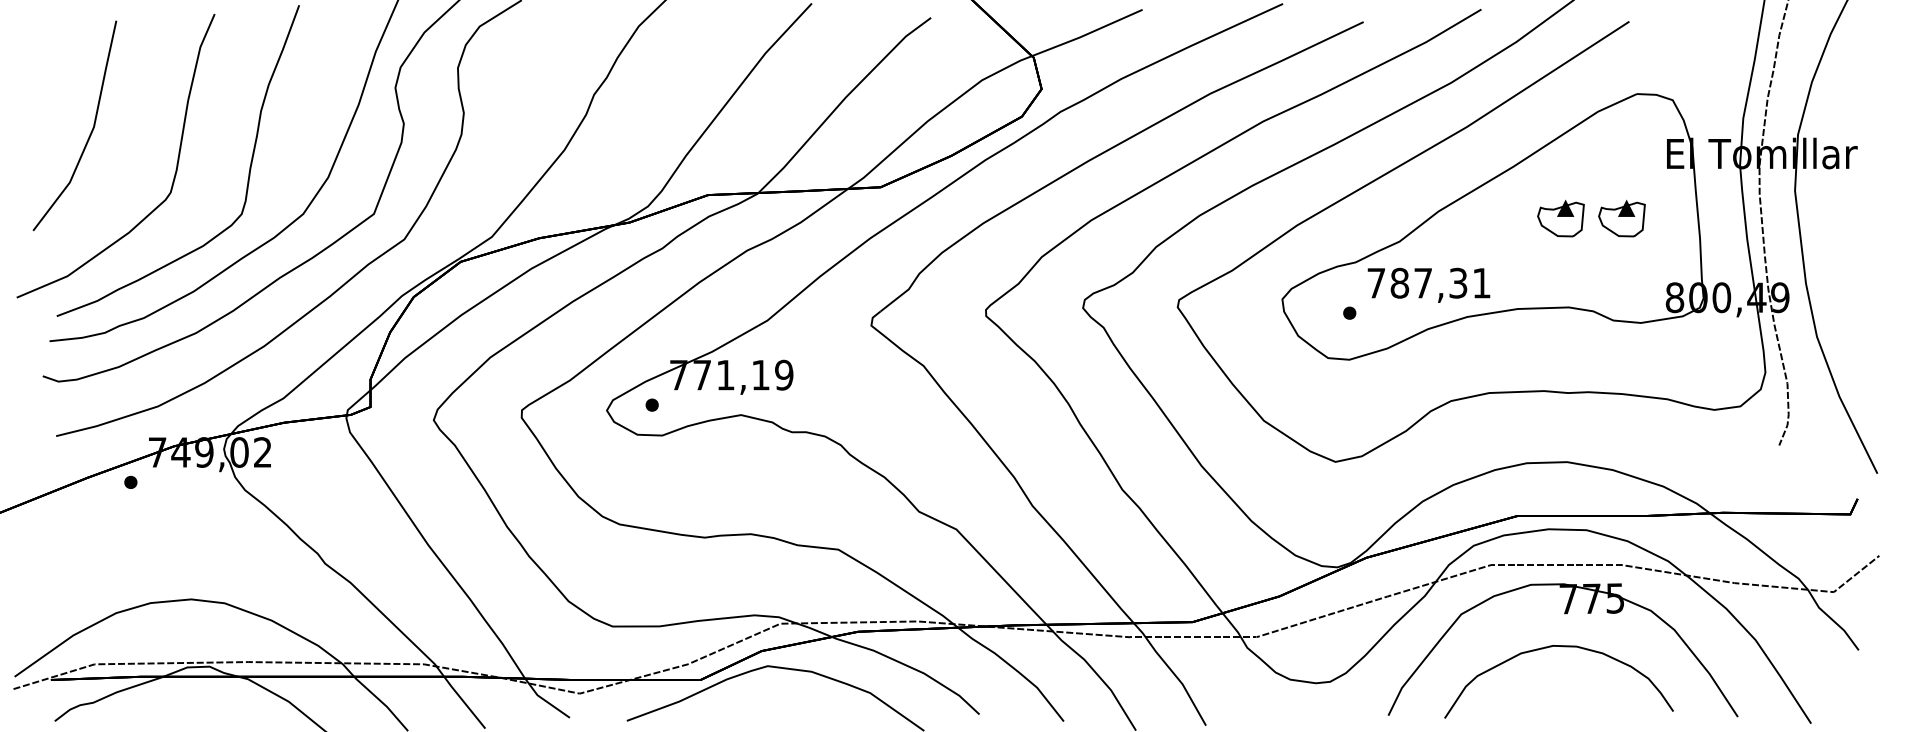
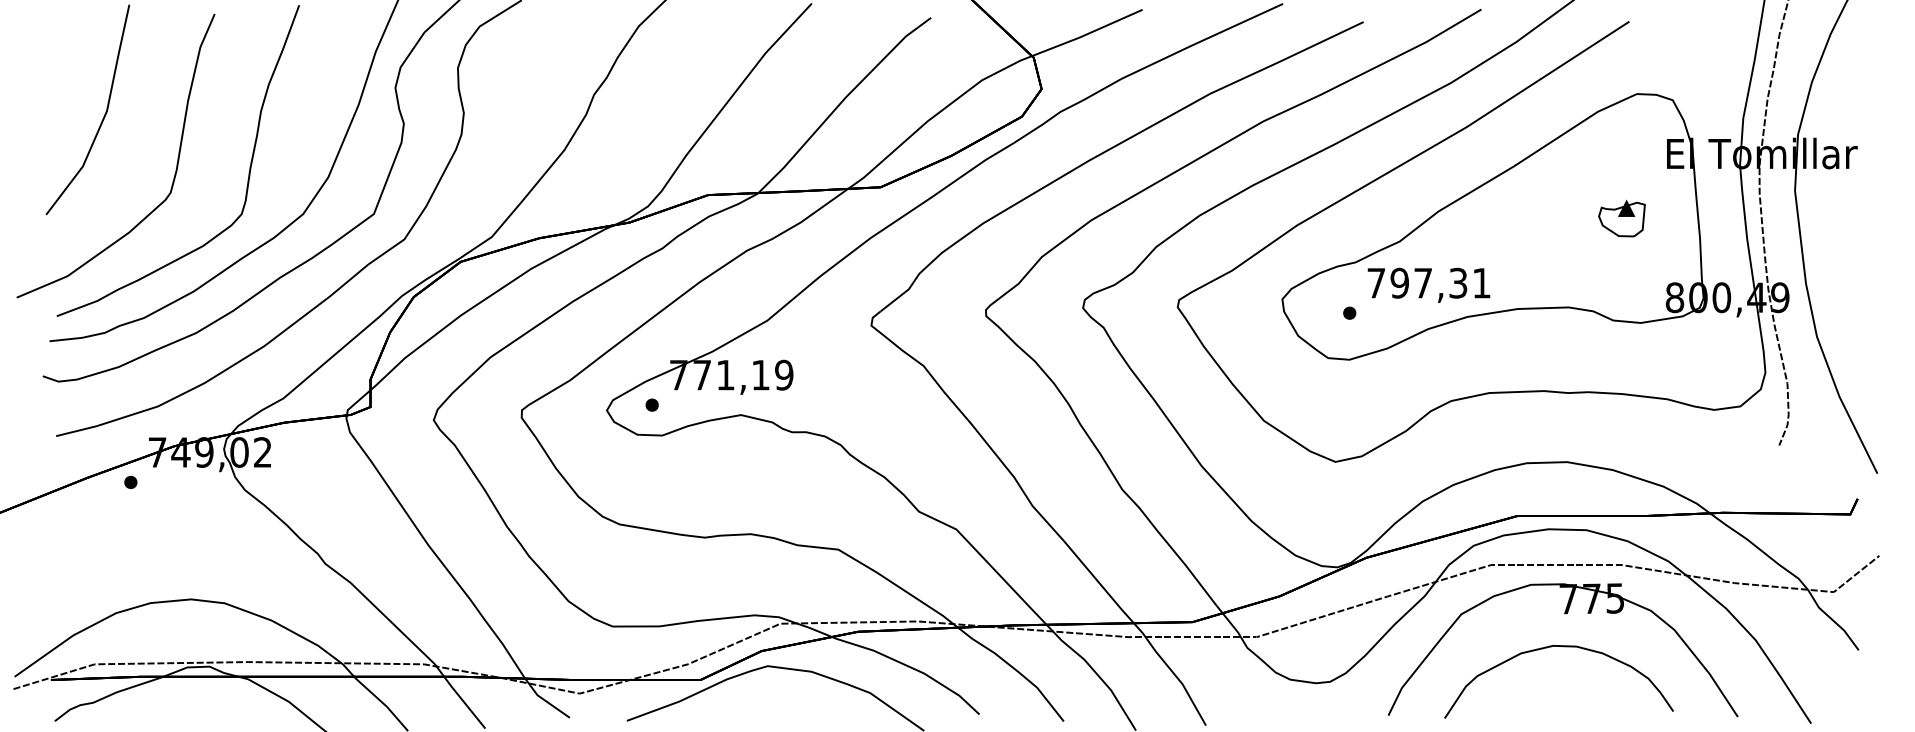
line at (90, 132) position: (90, 132) -> (103, 116)
part at (1560, 218): present -> none
text at (1399, 283): 787,31 -> 797,31
